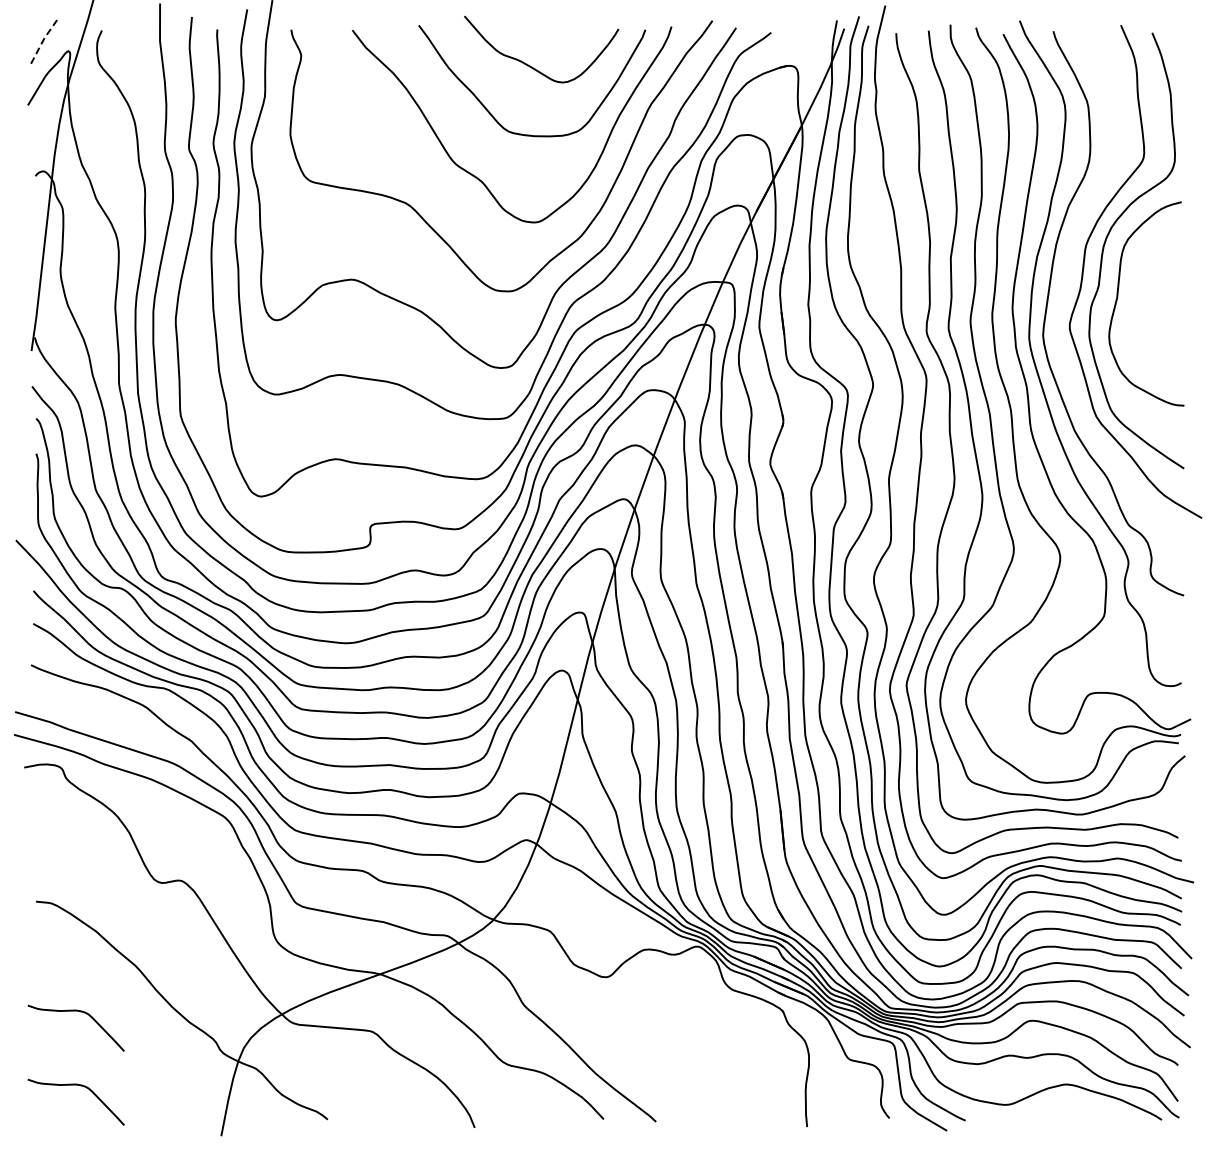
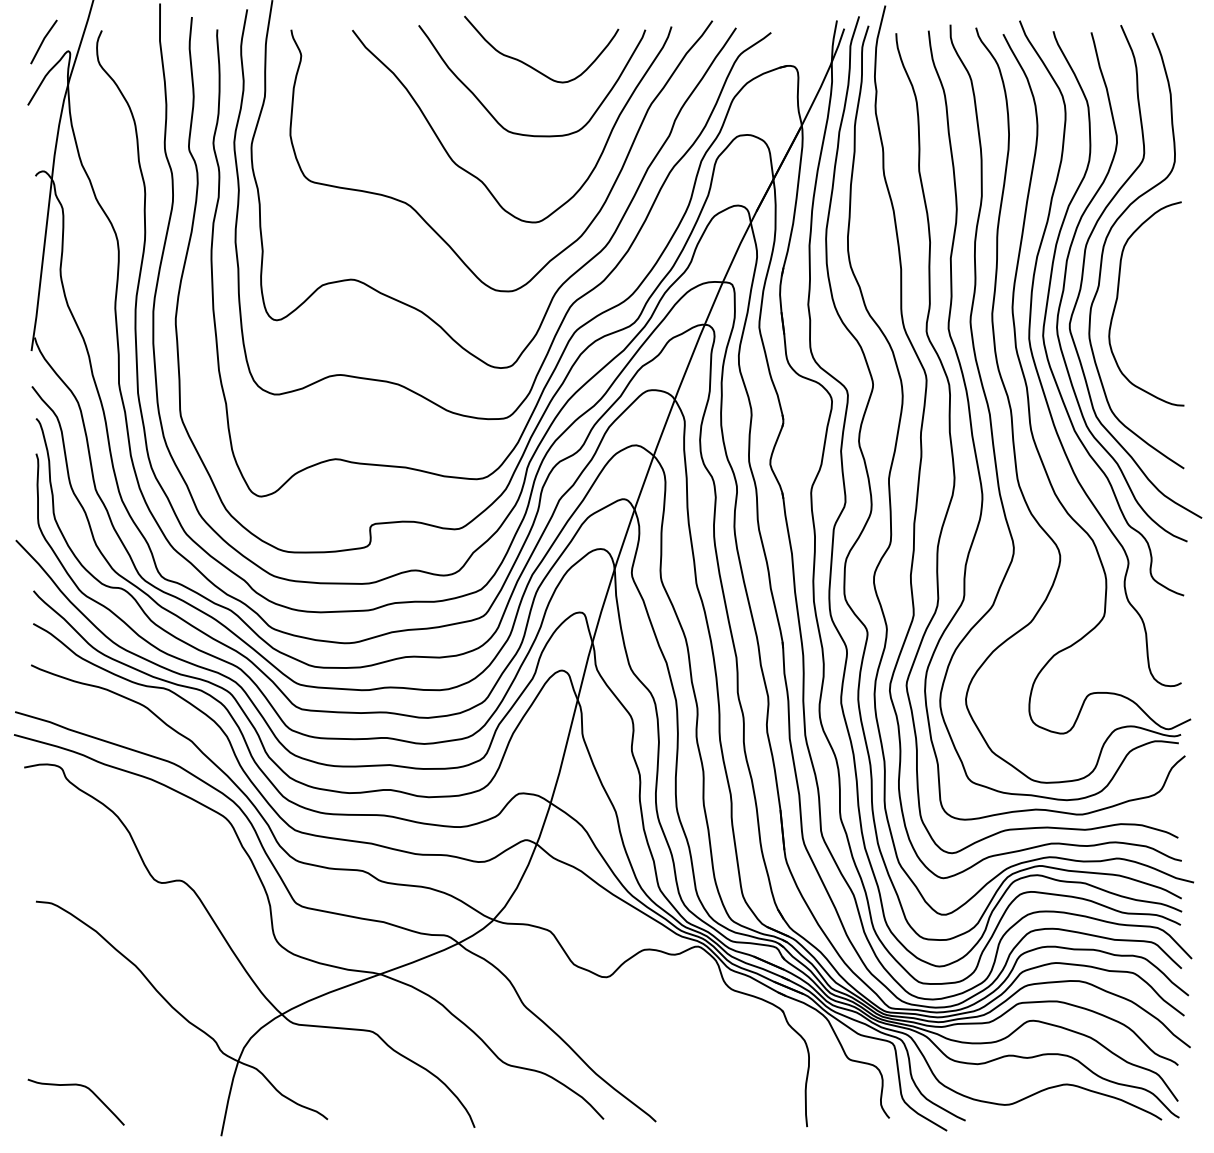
line at (43, 40): dashed -> solid
curve at (1065, 283): none -> present
curve at (80, 1012): present -> none
